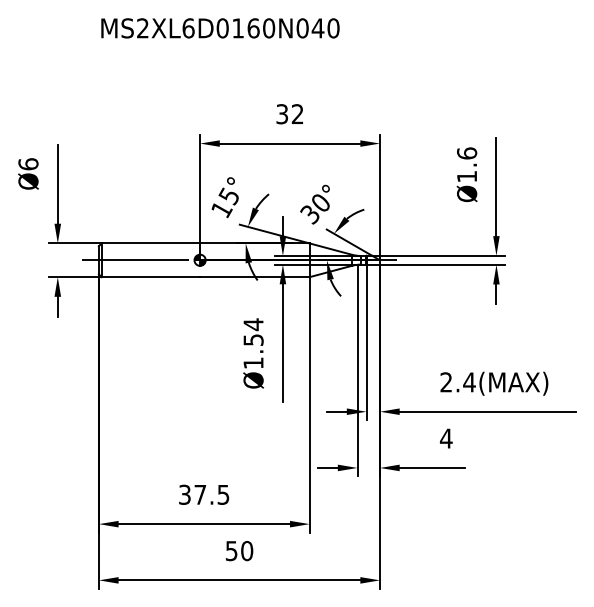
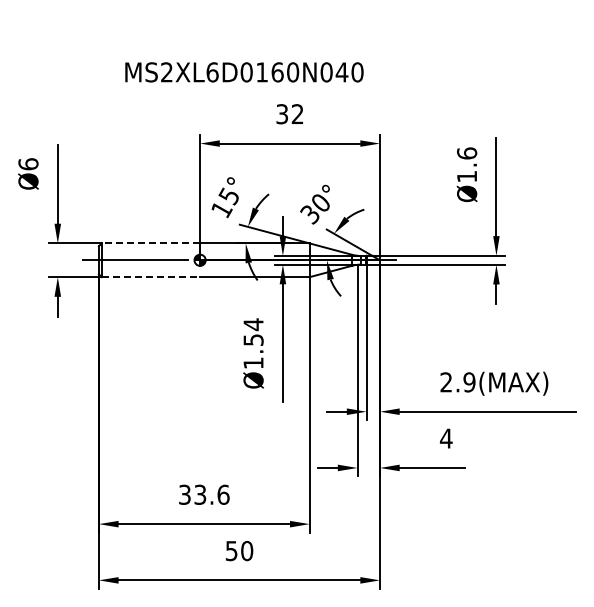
text at (220, 28) position: (220, 28) -> (244, 72)
line at (150, 243): solid -> dashed
line at (151, 277): solid -> dashed
text at (469, 382): 2.4(MAX) -> 2.9(MAX)
text at (211, 494): 37.5 -> 33.6
